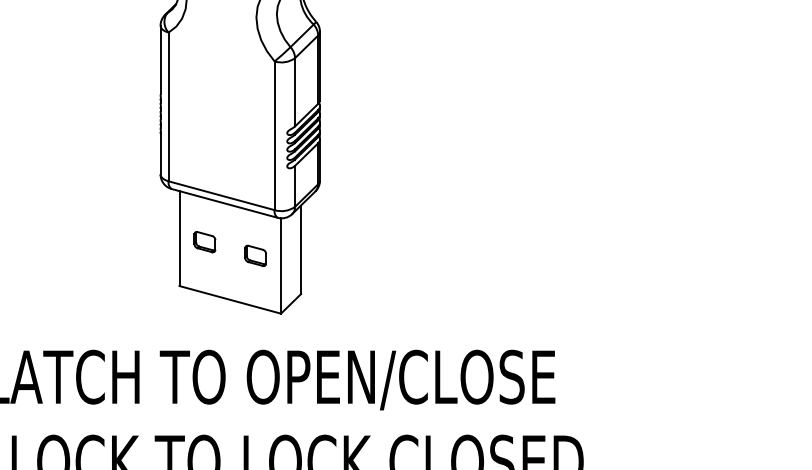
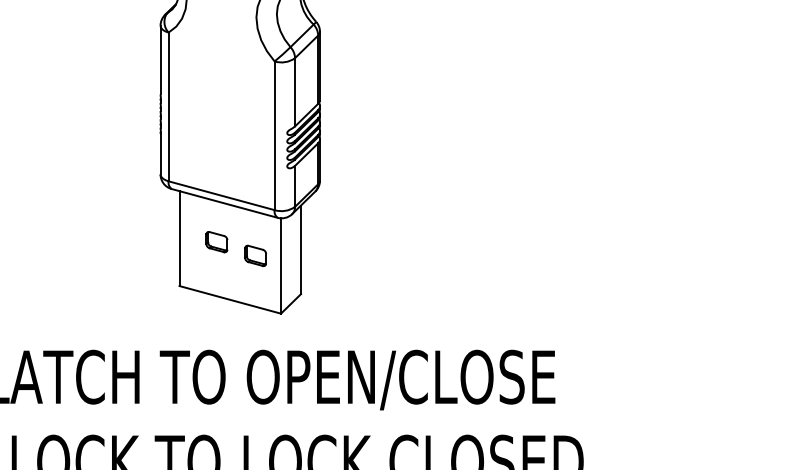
part at (204, 242) position: (204, 242) -> (216, 242)
